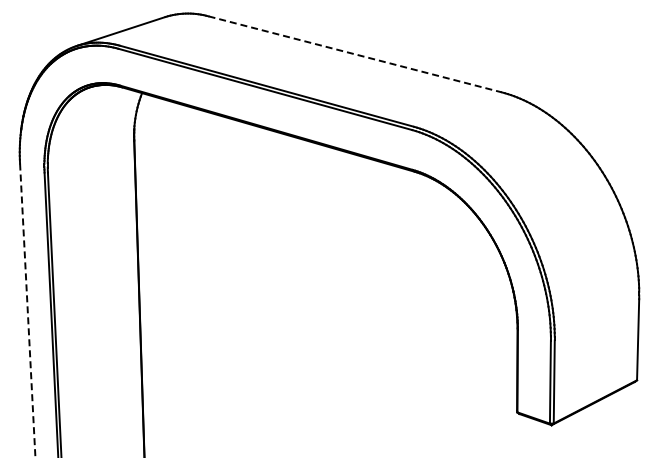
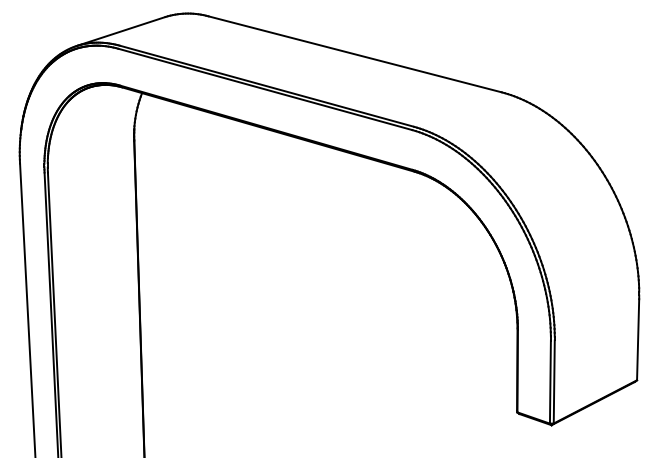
line at (355, 54): dashed -> solid
line at (27, 311): dashed -> solid
